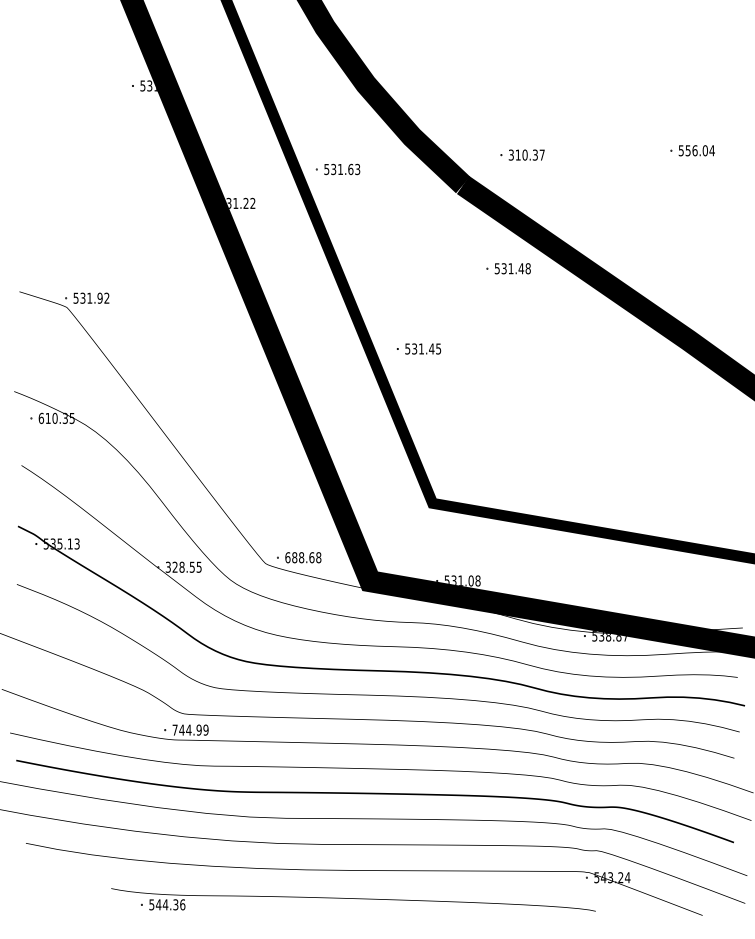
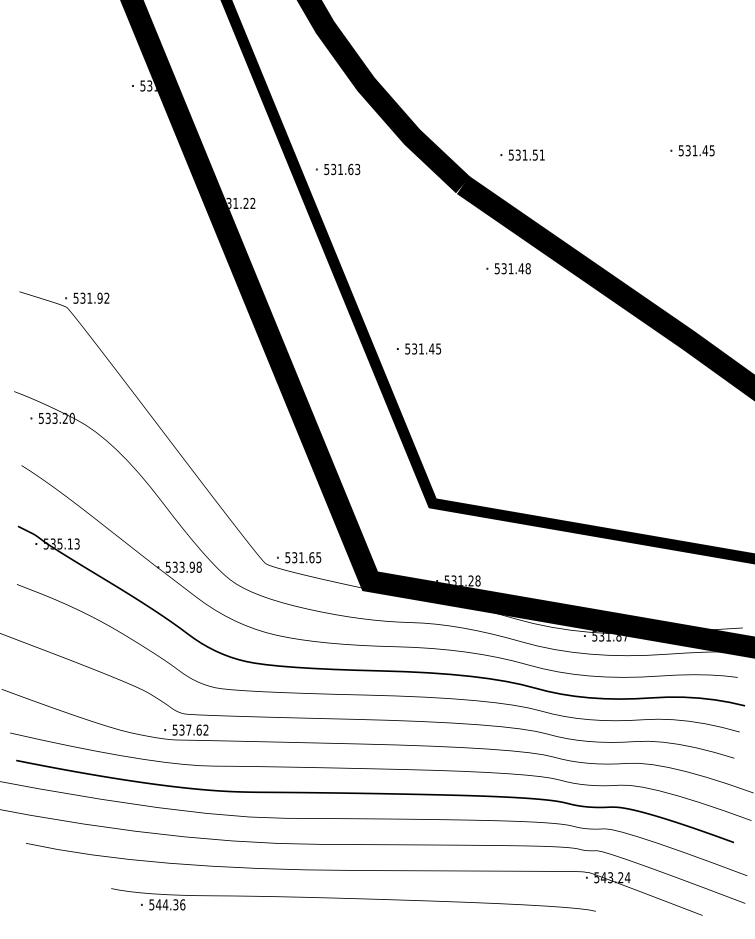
text at (700, 150): 556.04 -> 531.45
text at (526, 154): 310.37 -> 531.51
text at (56, 417): 610.35 -> 533.20
text at (303, 557): 688.68 -> 531.65
text at (183, 566): 328.55 -> 533.98
text at (470, 580): 531.08 -> 531.28
text at (608, 637): 538.87 -> 531.87
text at (190, 729): 744.99 -> 537.62
